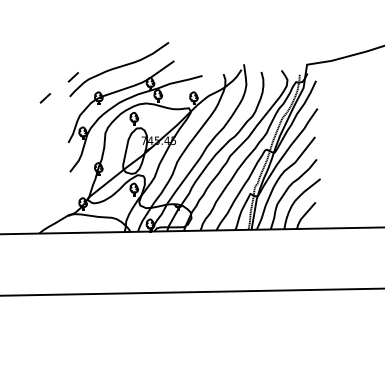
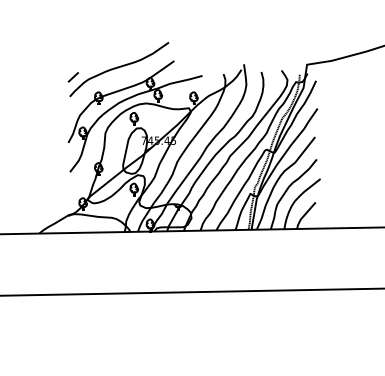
line at (44, 98): present -> none
